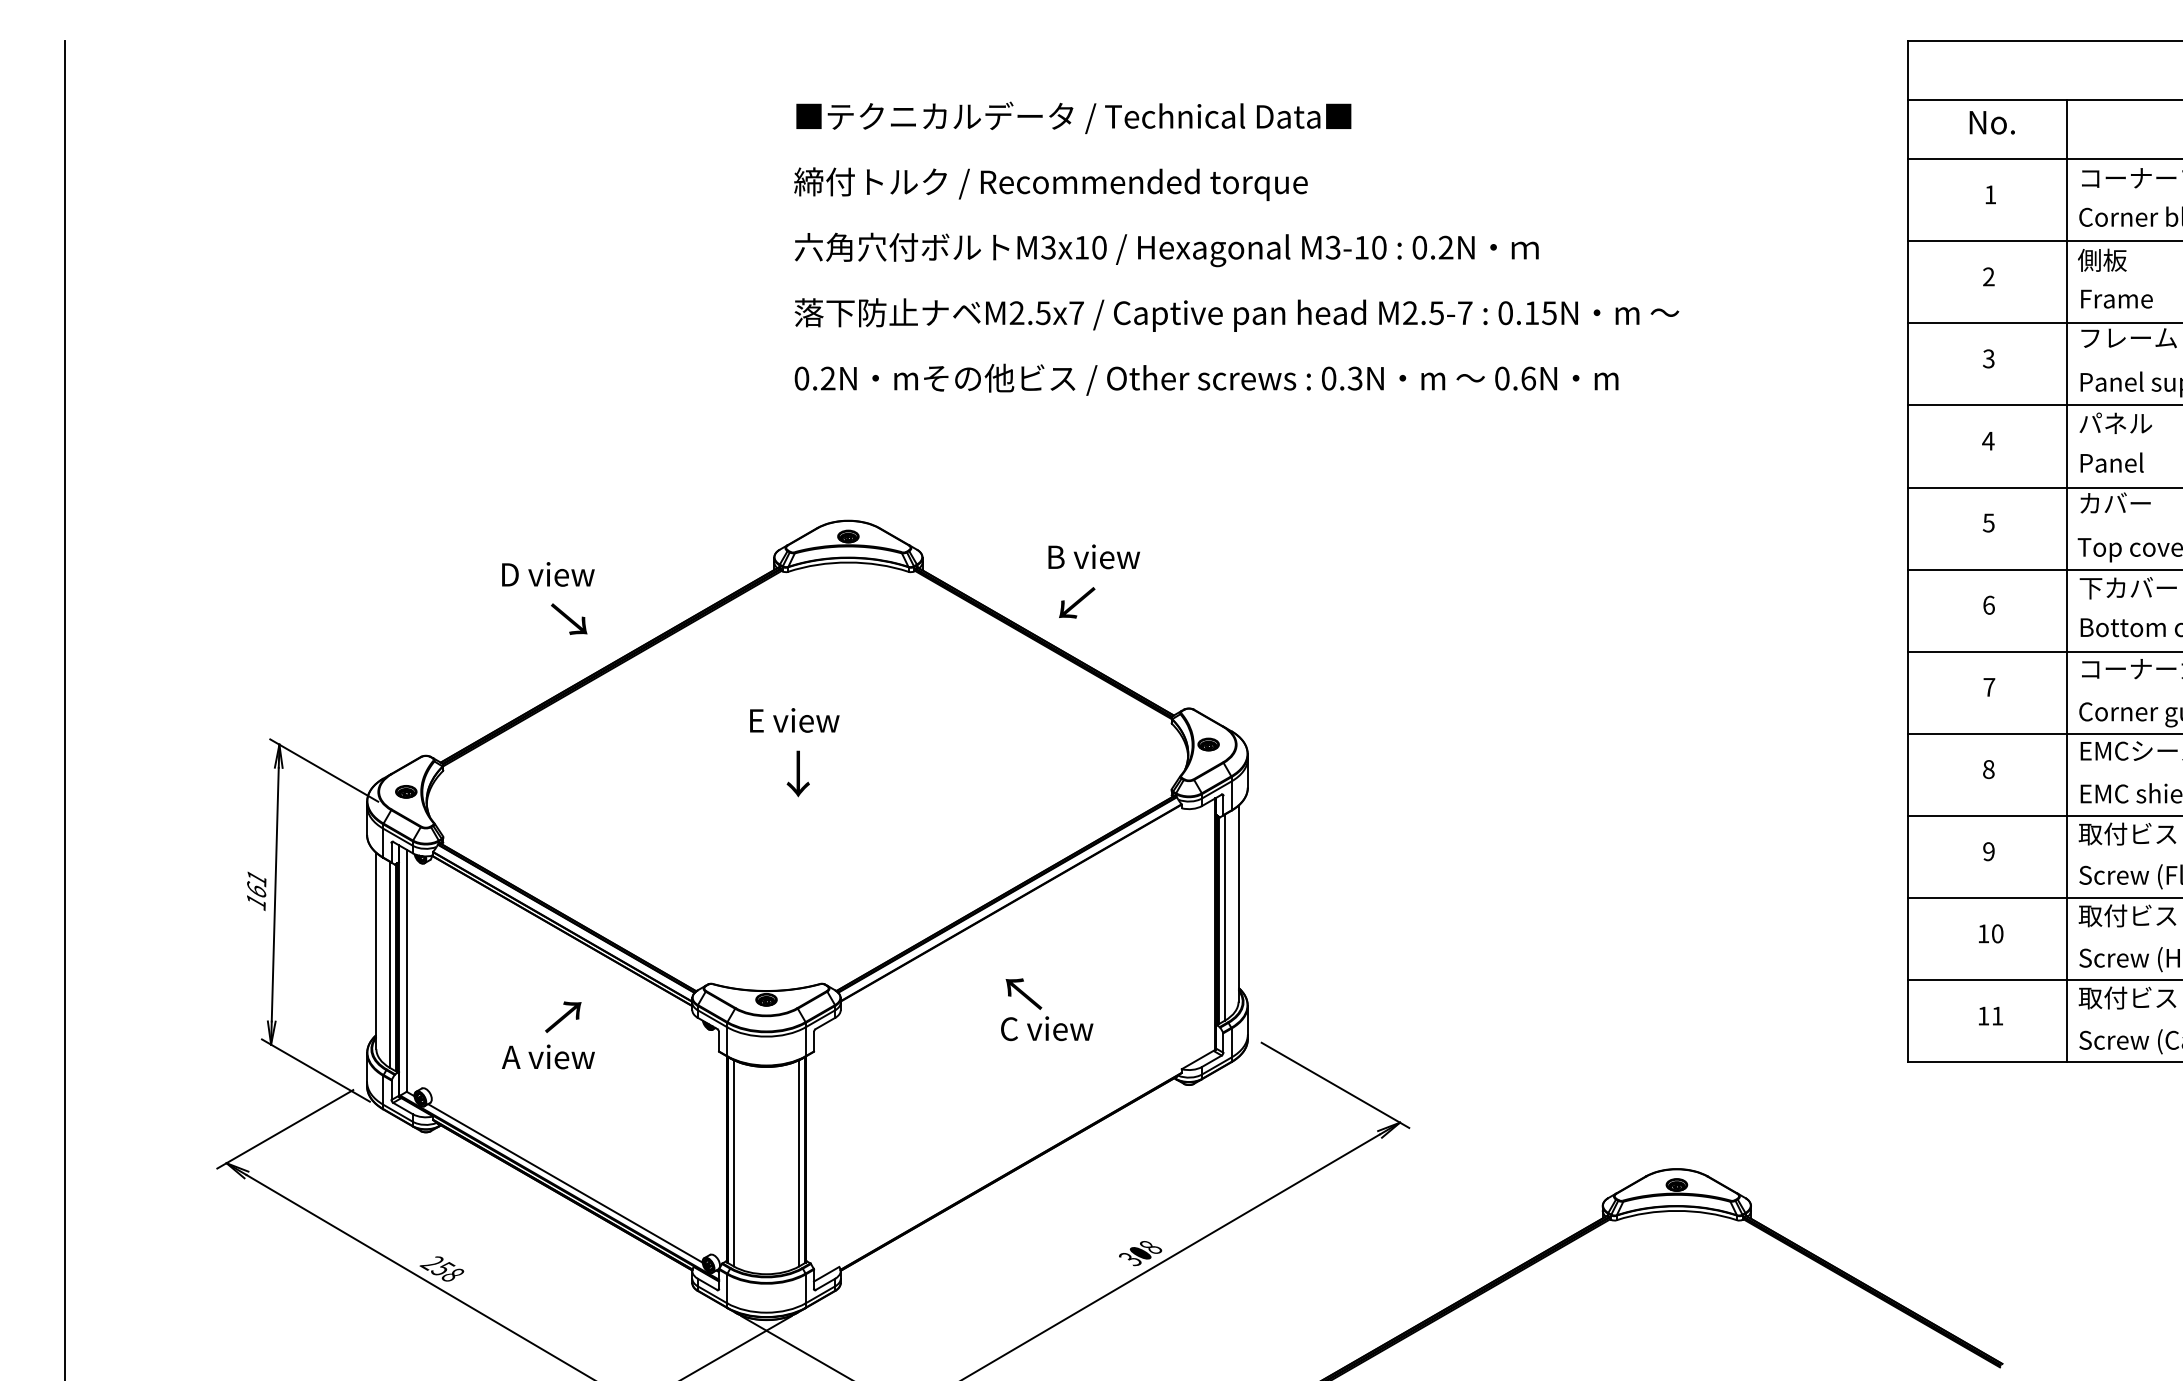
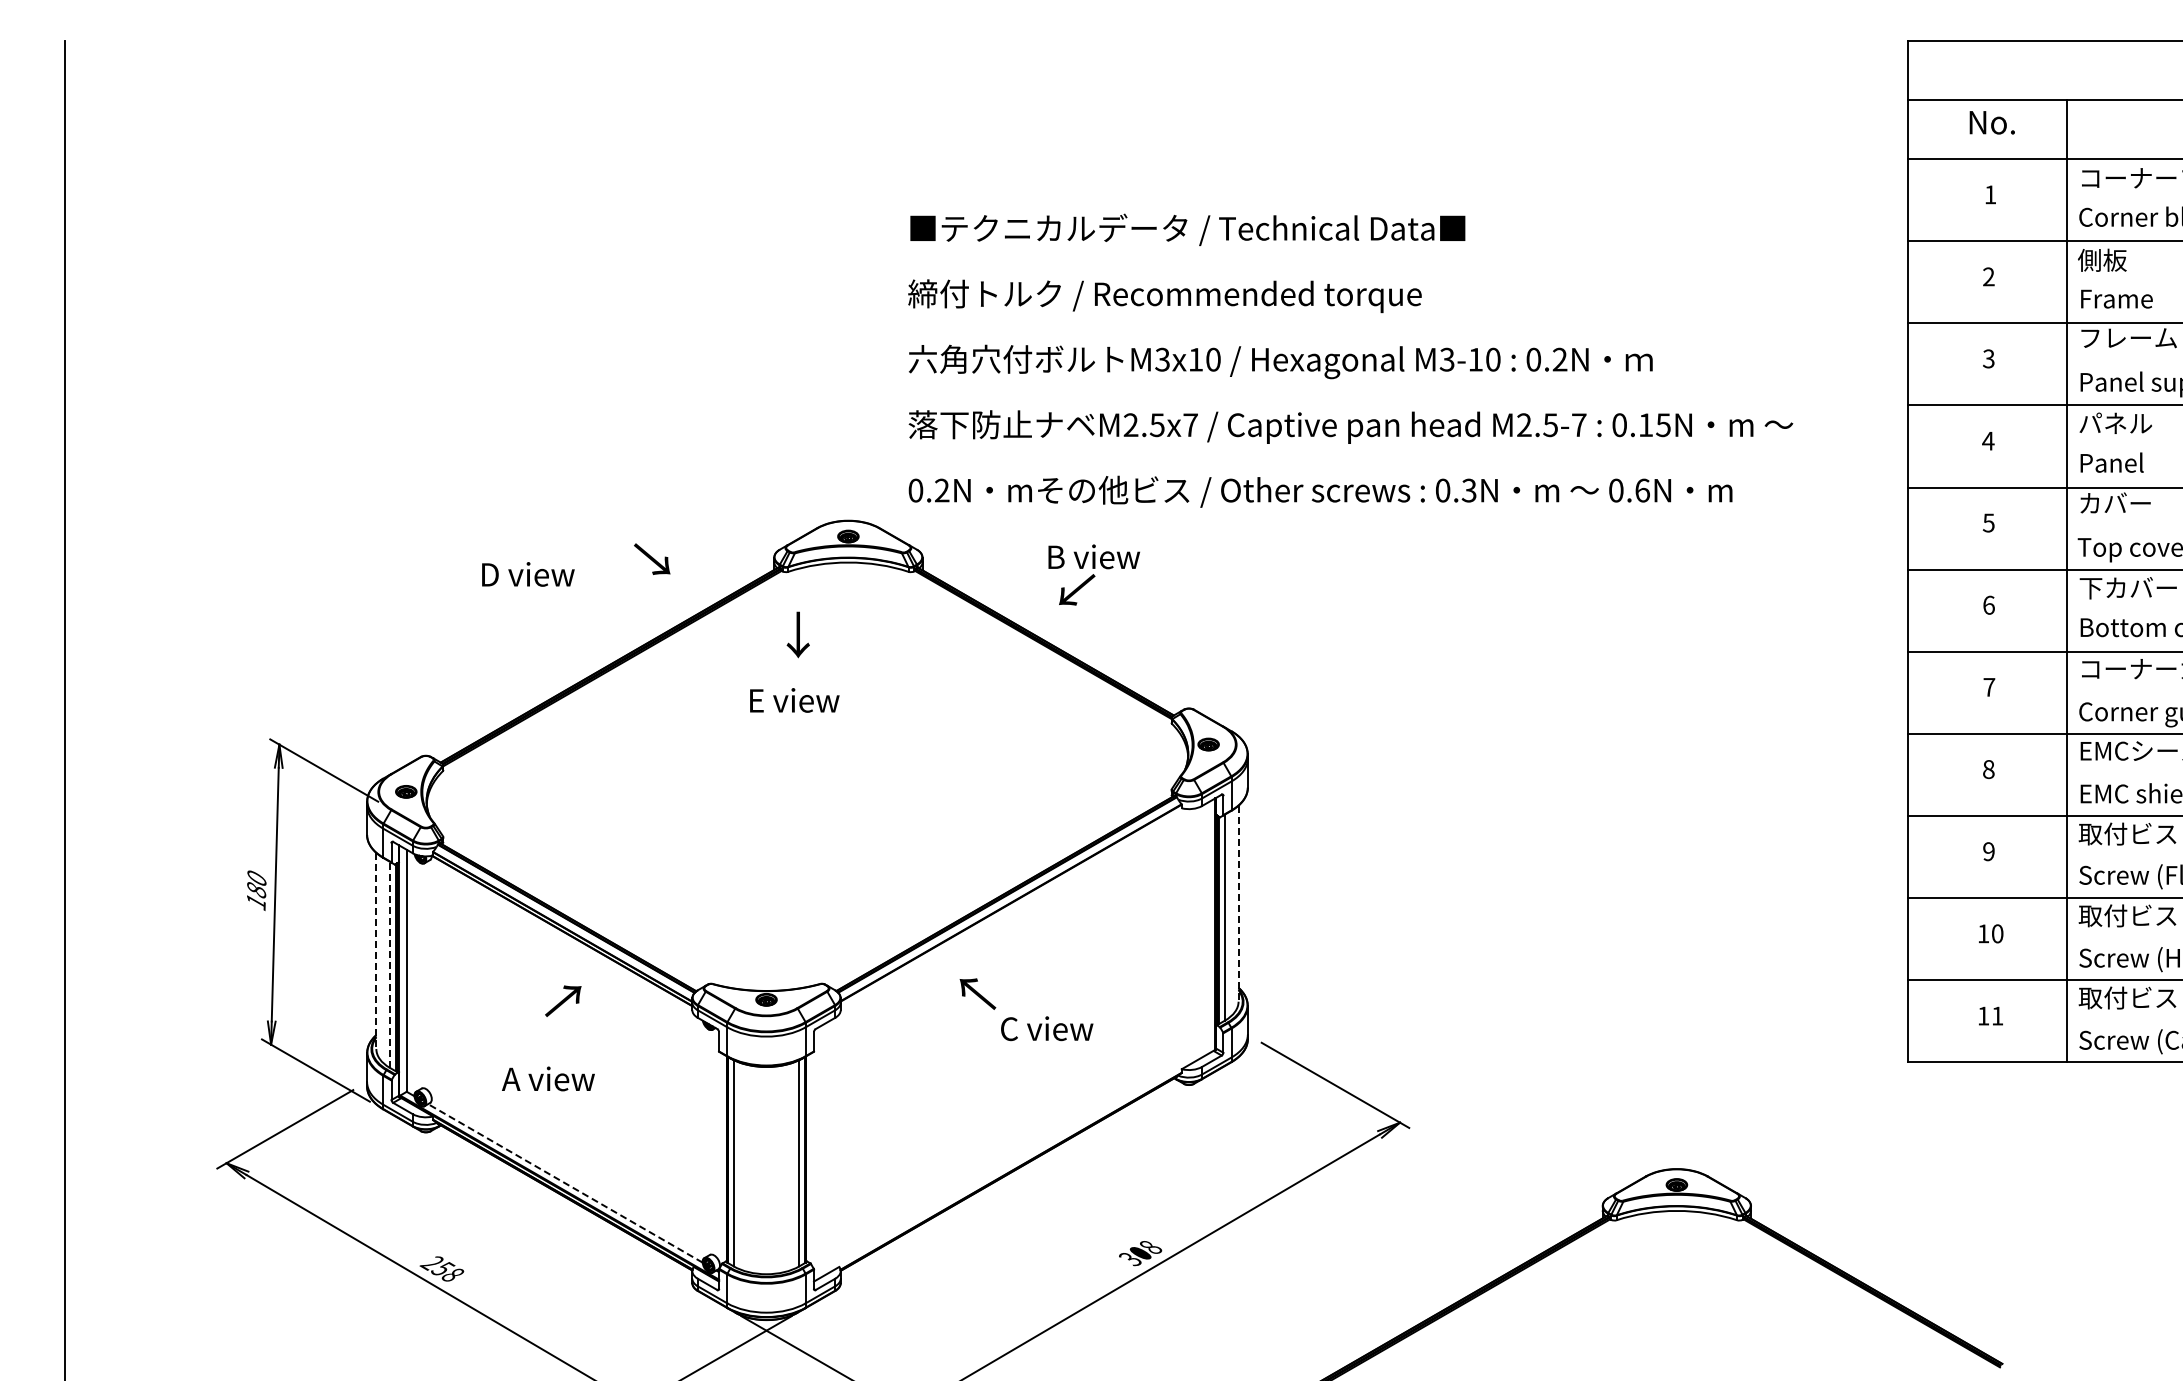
text at (1236, 248) position: (1236, 248) -> (1350, 360)
text at (548, 574) position: (548, 574) -> (528, 574)
text at (1077, 602) position: (1077, 602) -> (1077, 589)
text at (569, 618) position: (569, 618) -> (652, 558)
text at (794, 720) position: (794, 720) -> (794, 700)
text at (797, 773) position: (797, 773) -> (797, 634)
text at (256, 884): 161 -> 180
line at (1238, 903): solid -> dashed
line at (376, 950): solid -> dashed
line at (389, 964): solid -> dashed
text at (1023, 993) position: (1023, 993) -> (977, 993)
text at (563, 1016) position: (563, 1016) -> (563, 1000)
text at (548, 1056) position: (548, 1056) -> (548, 1078)
line at (565, 1183): solid -> dashed
